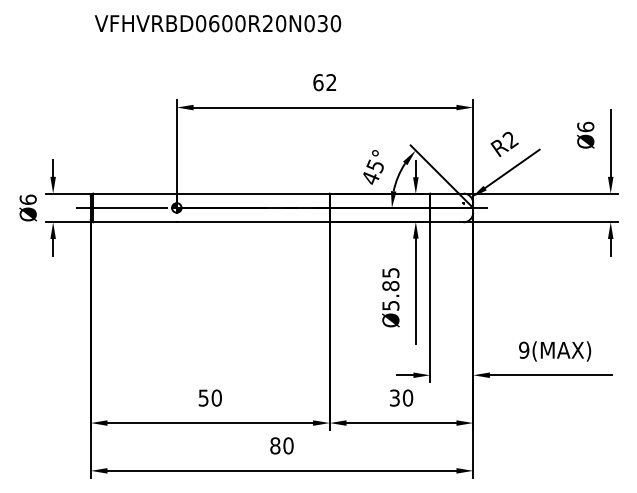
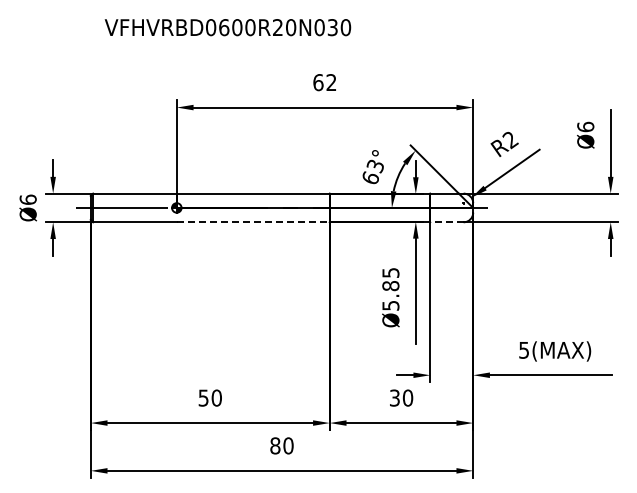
text at (217, 23) position: (217, 23) -> (227, 27)
text at (372, 171): 45° -> 63°
line at (253, 222): solid -> dashed
line at (446, 222): solid -> dashed
text at (524, 349): 9(MAX) -> 5(MAX)
